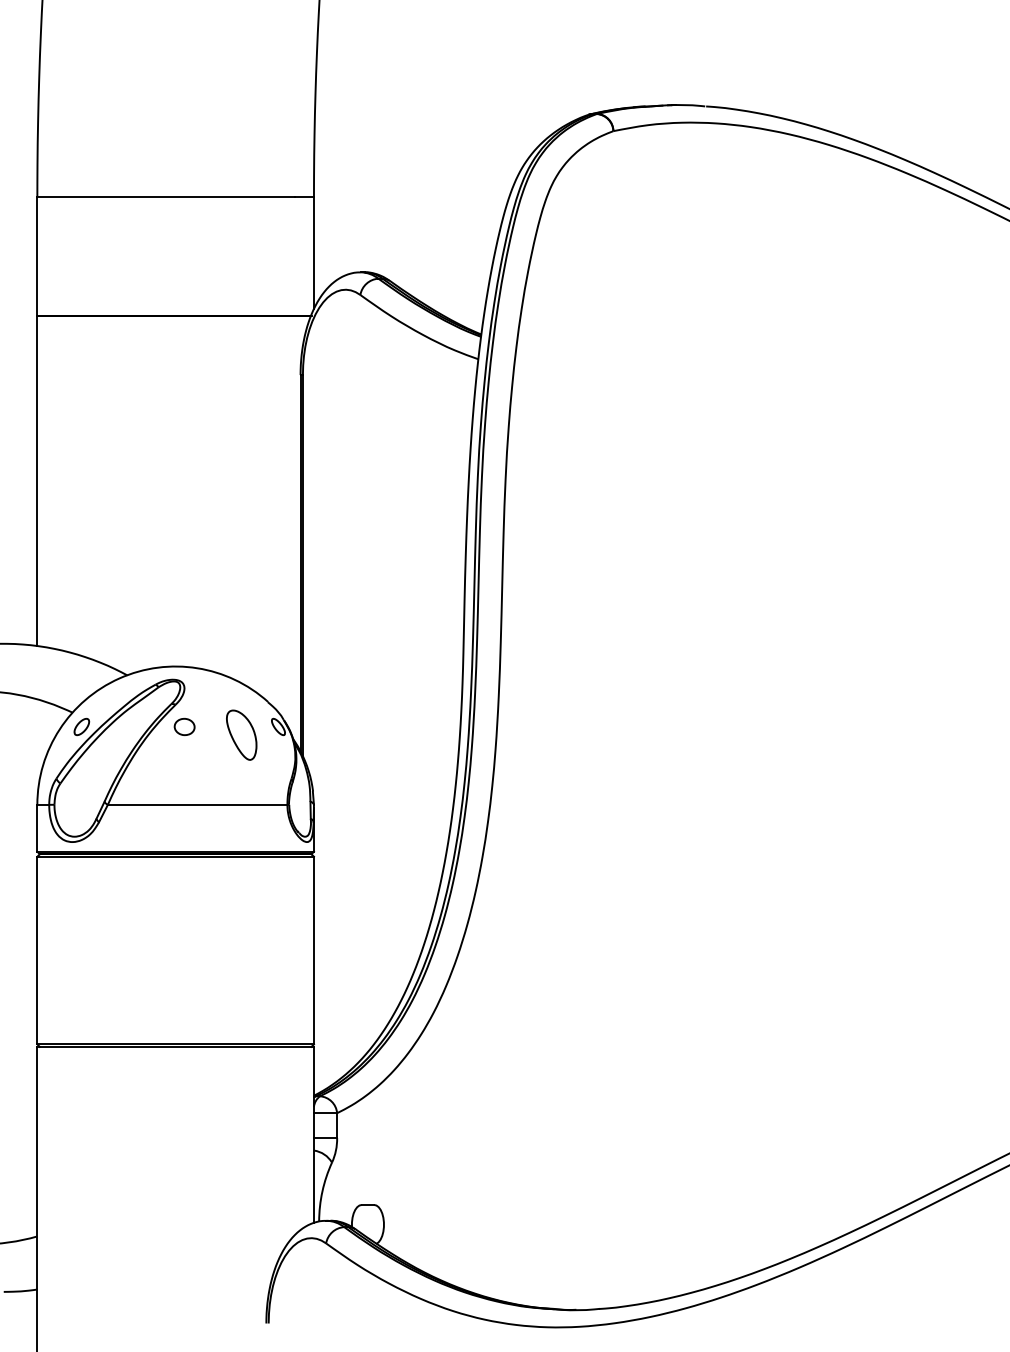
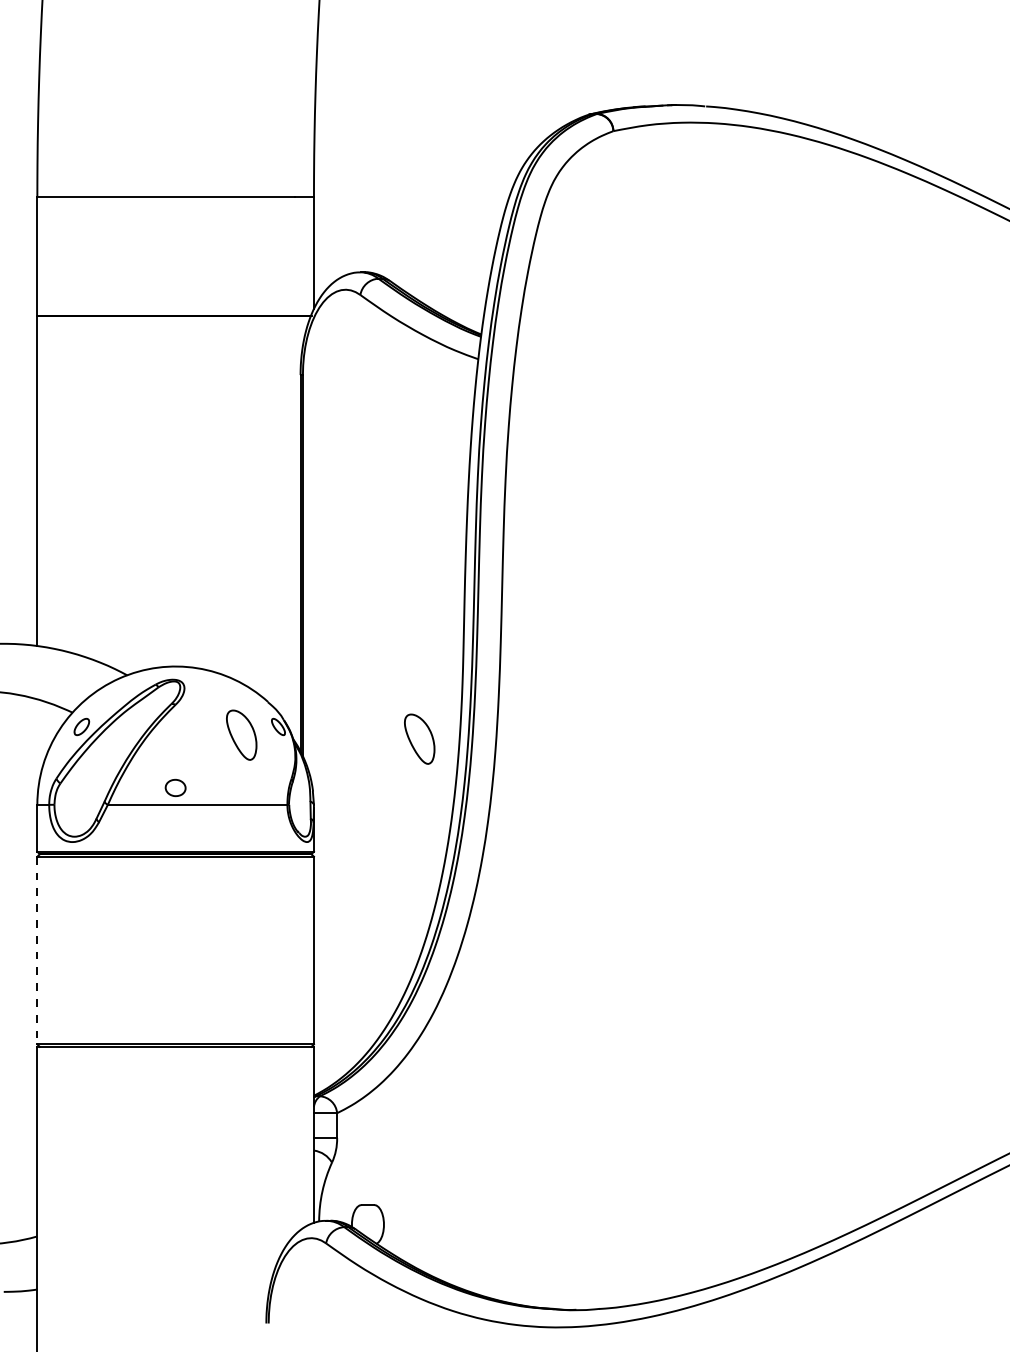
part at (184, 726) position: (184, 726) -> (175, 787)
part at (419, 738): none -> present
line at (37, 950): solid -> dashed
